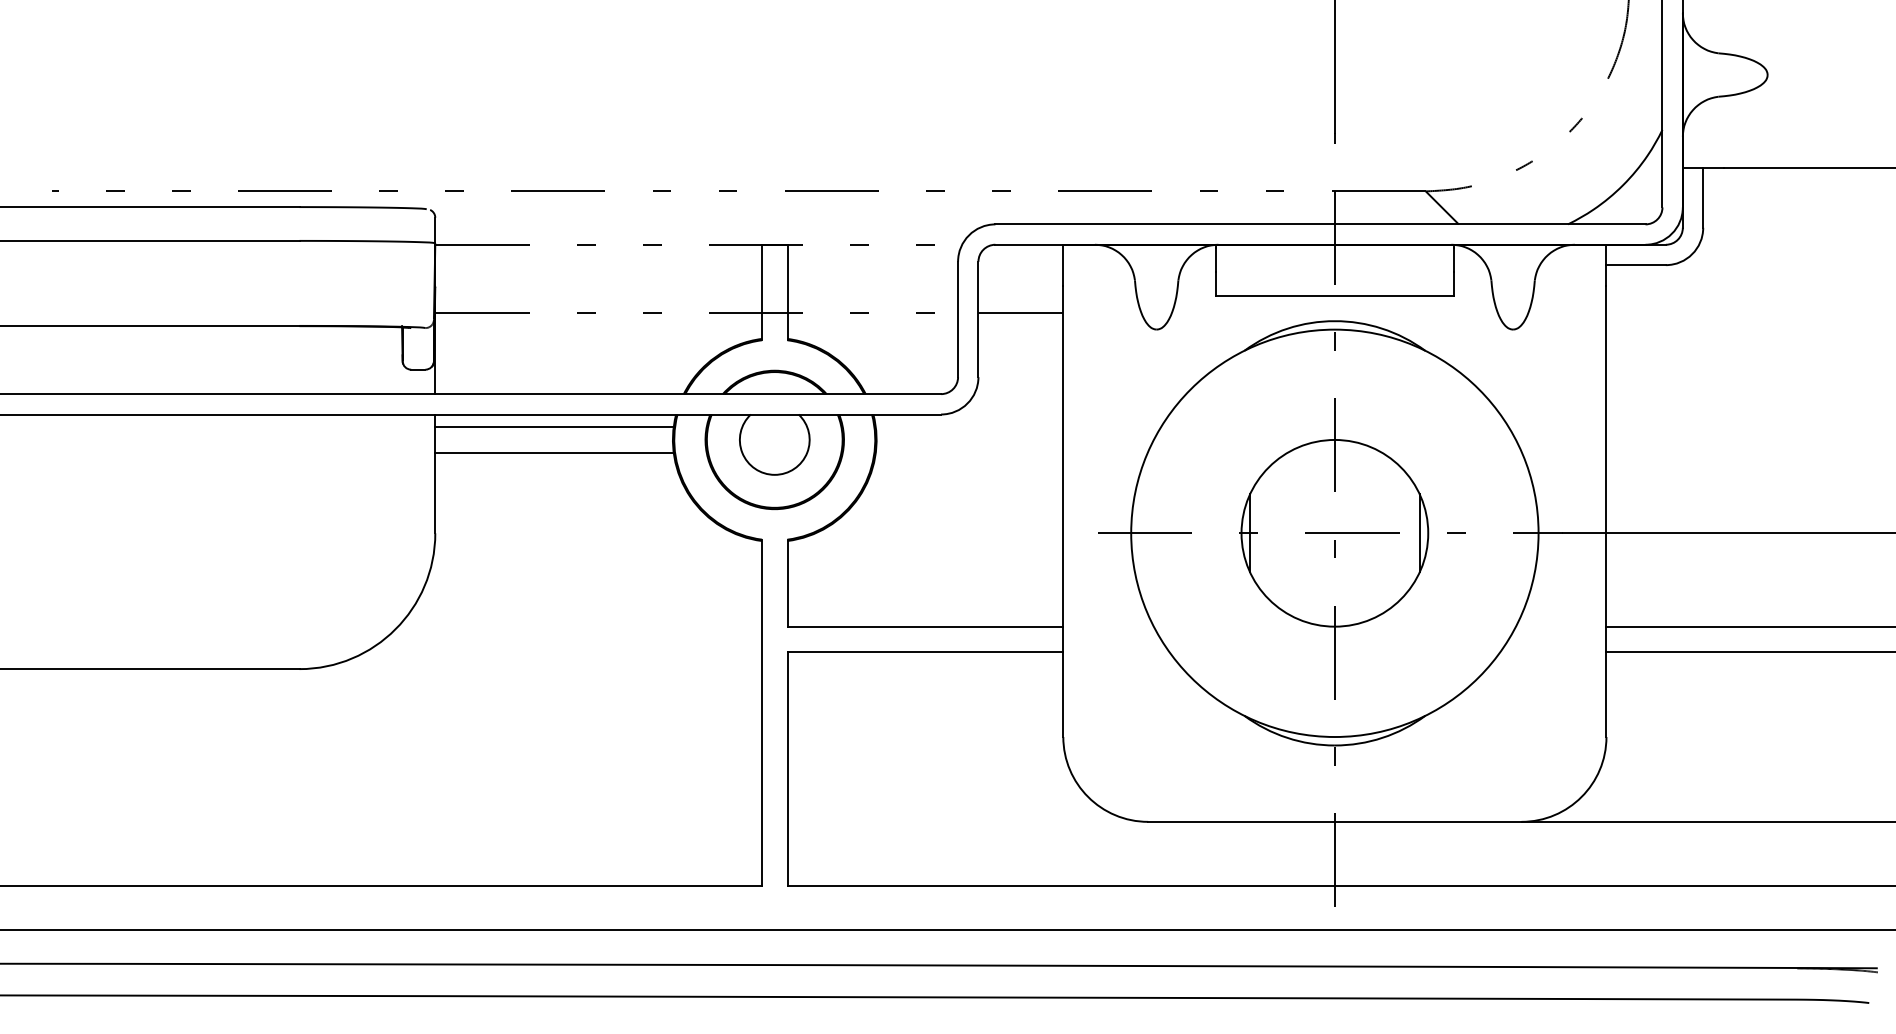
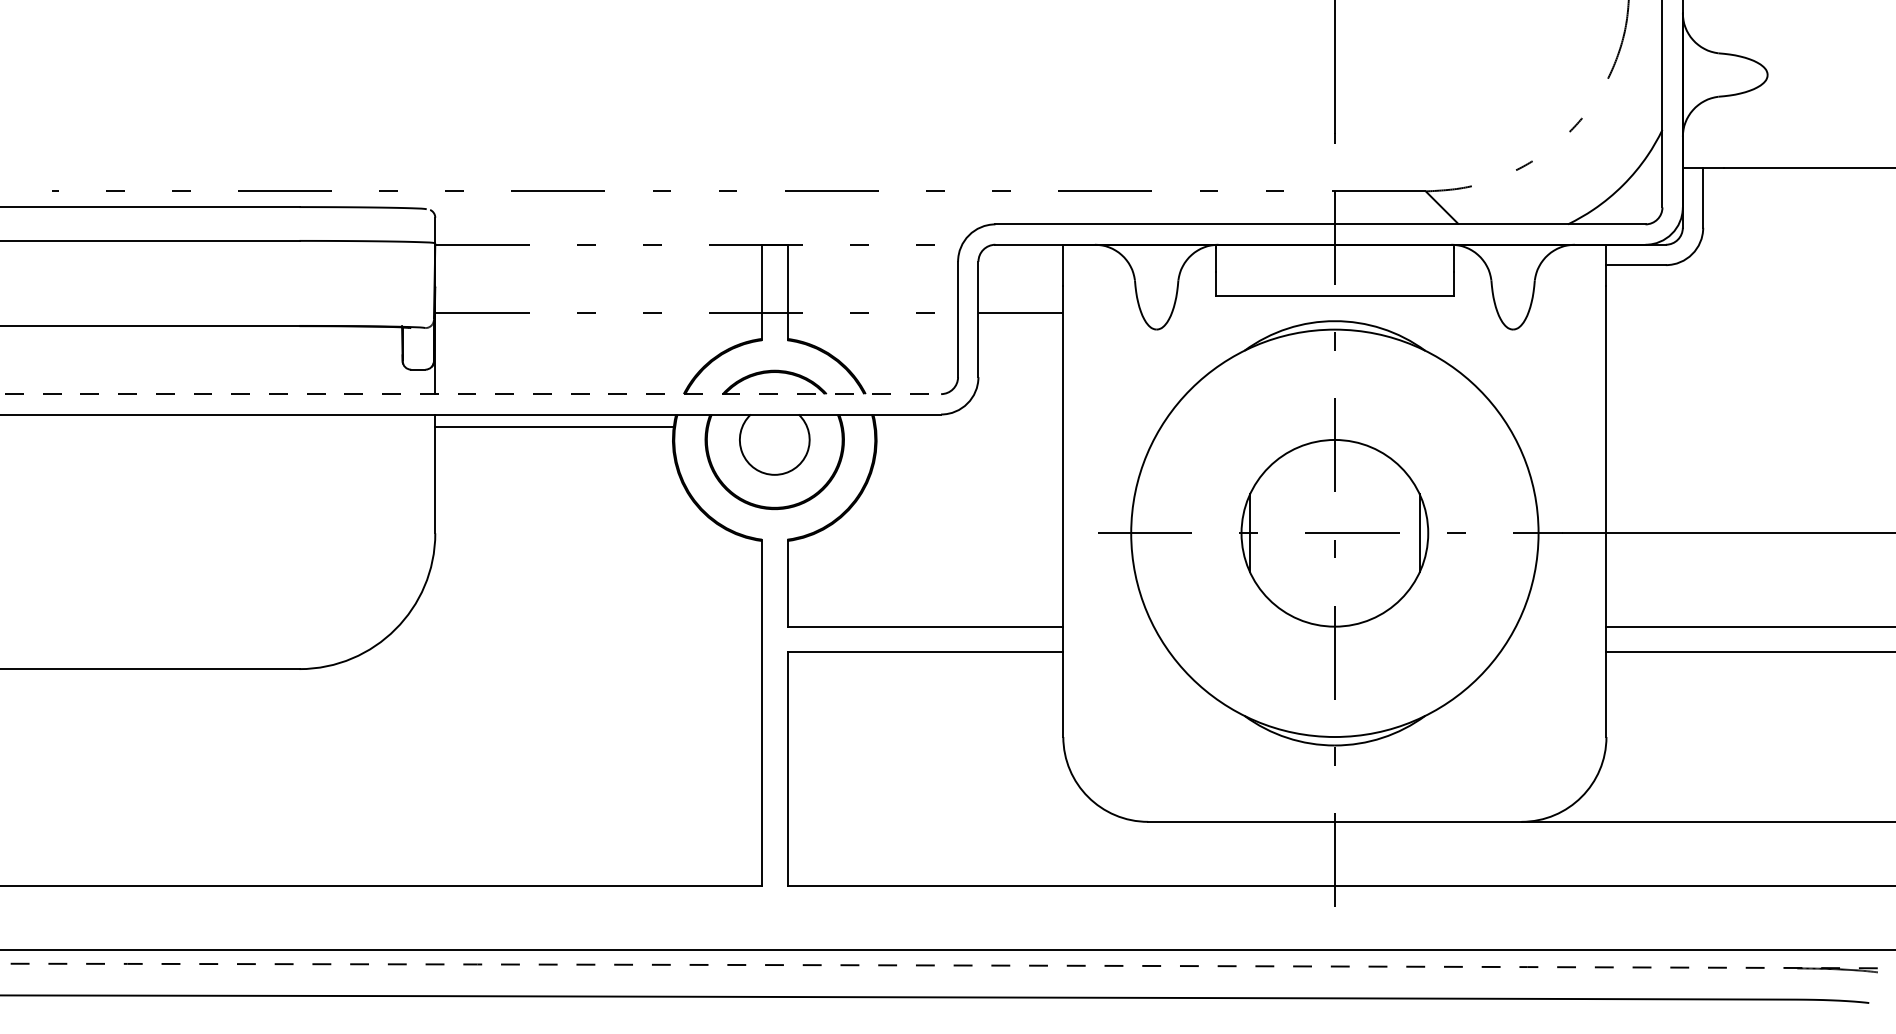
line at (471, 394): solid -> dashed
line at (554, 452): present -> none
line at (947, 930) position: (947, 930) -> (947, 950)
arc at (938, 965): solid -> dashed
